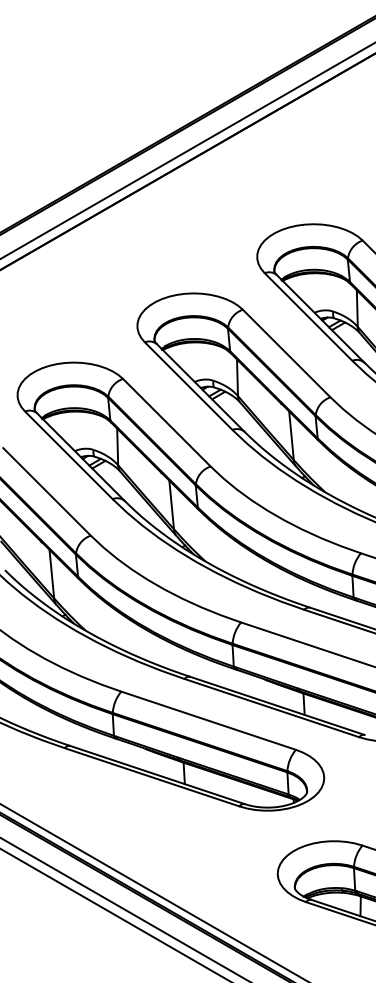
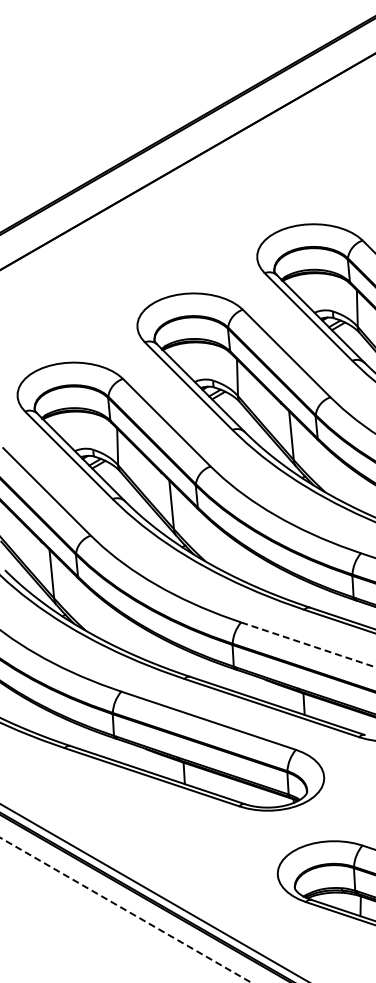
line at (187, 150): present -> none
line at (308, 644): solid -> dashed
line at (126, 910): solid -> dashed
line at (114, 914): present -> none
